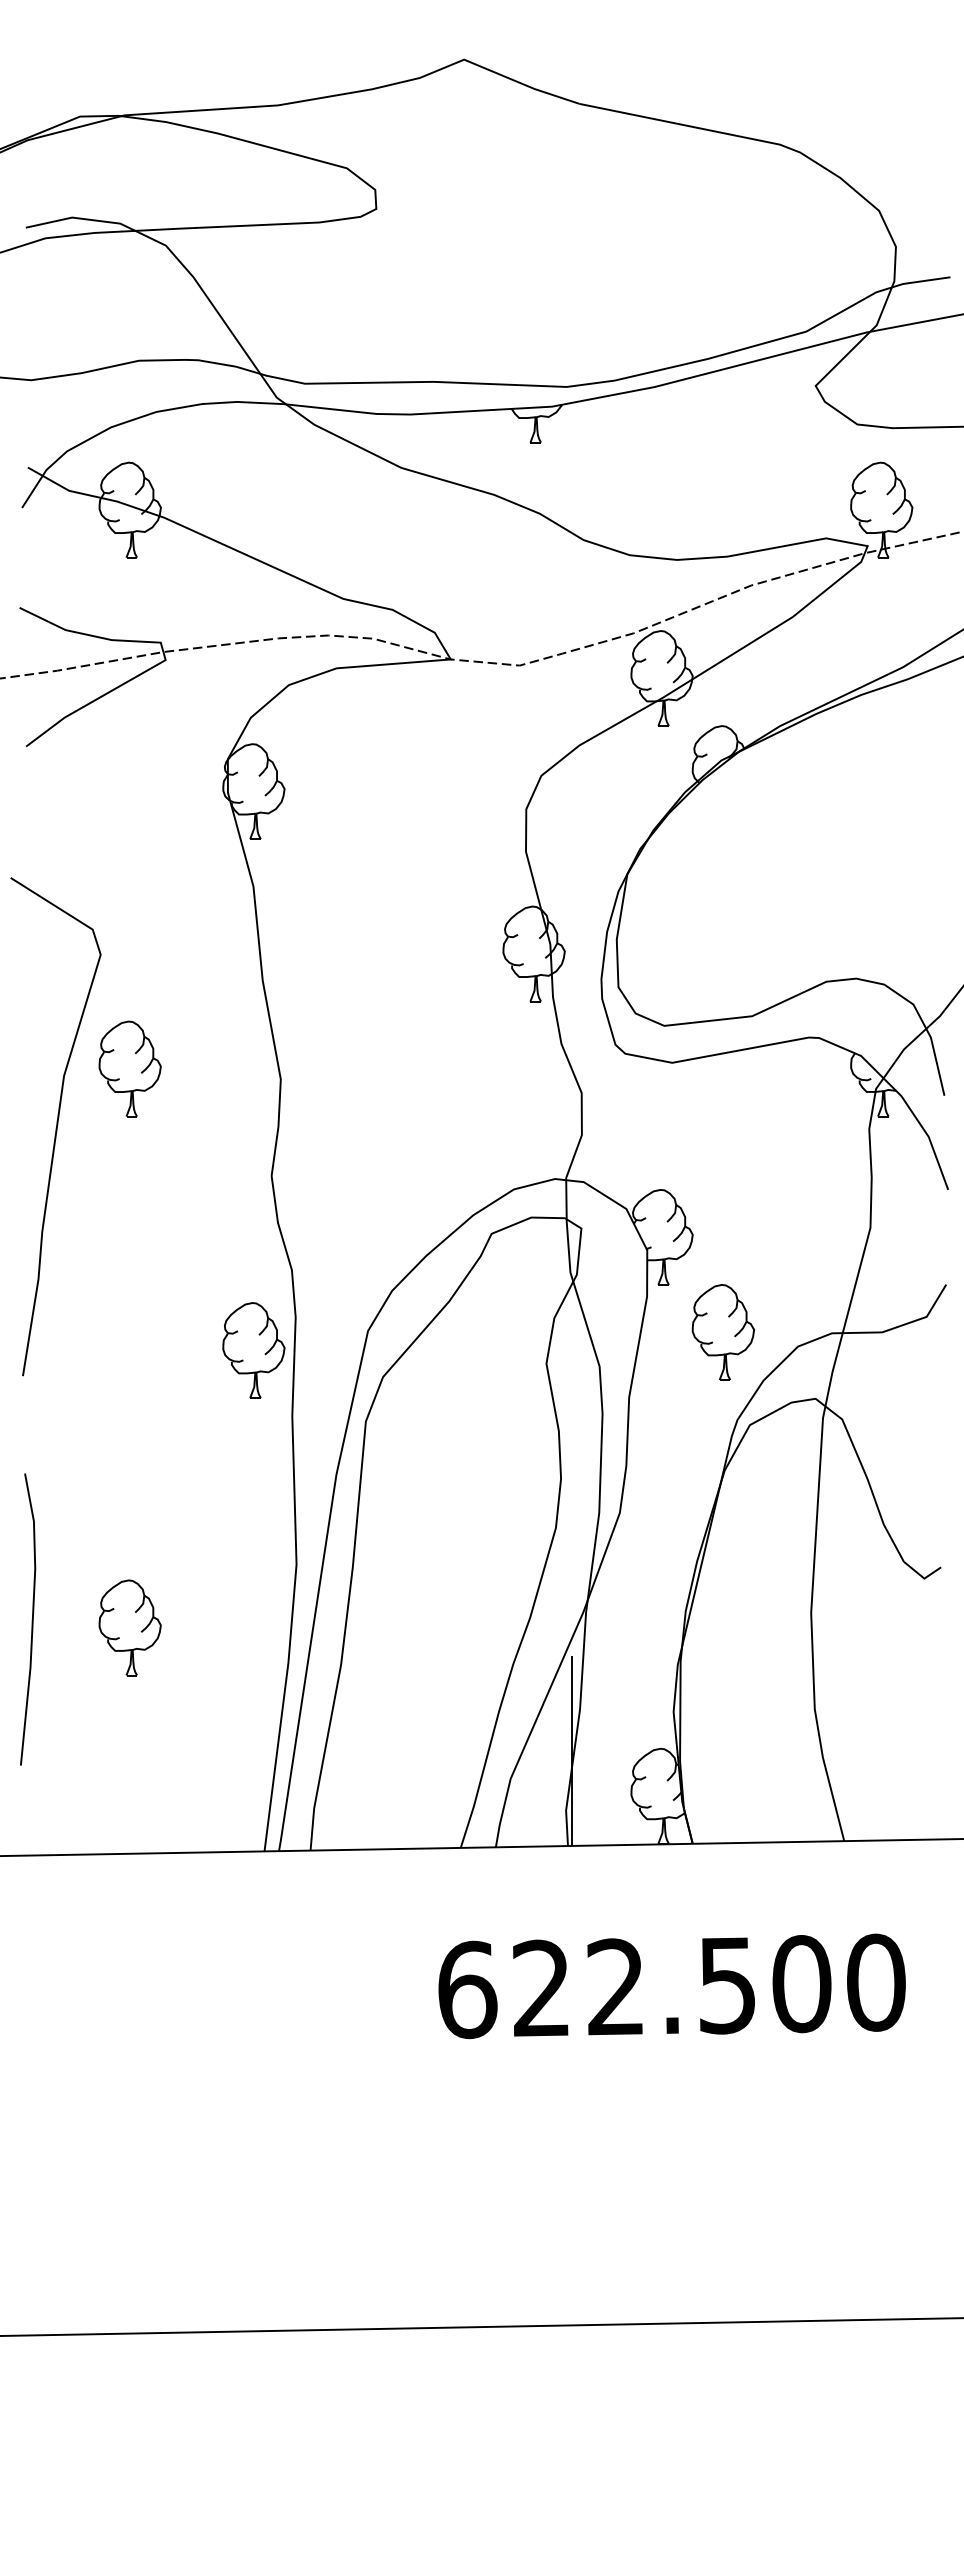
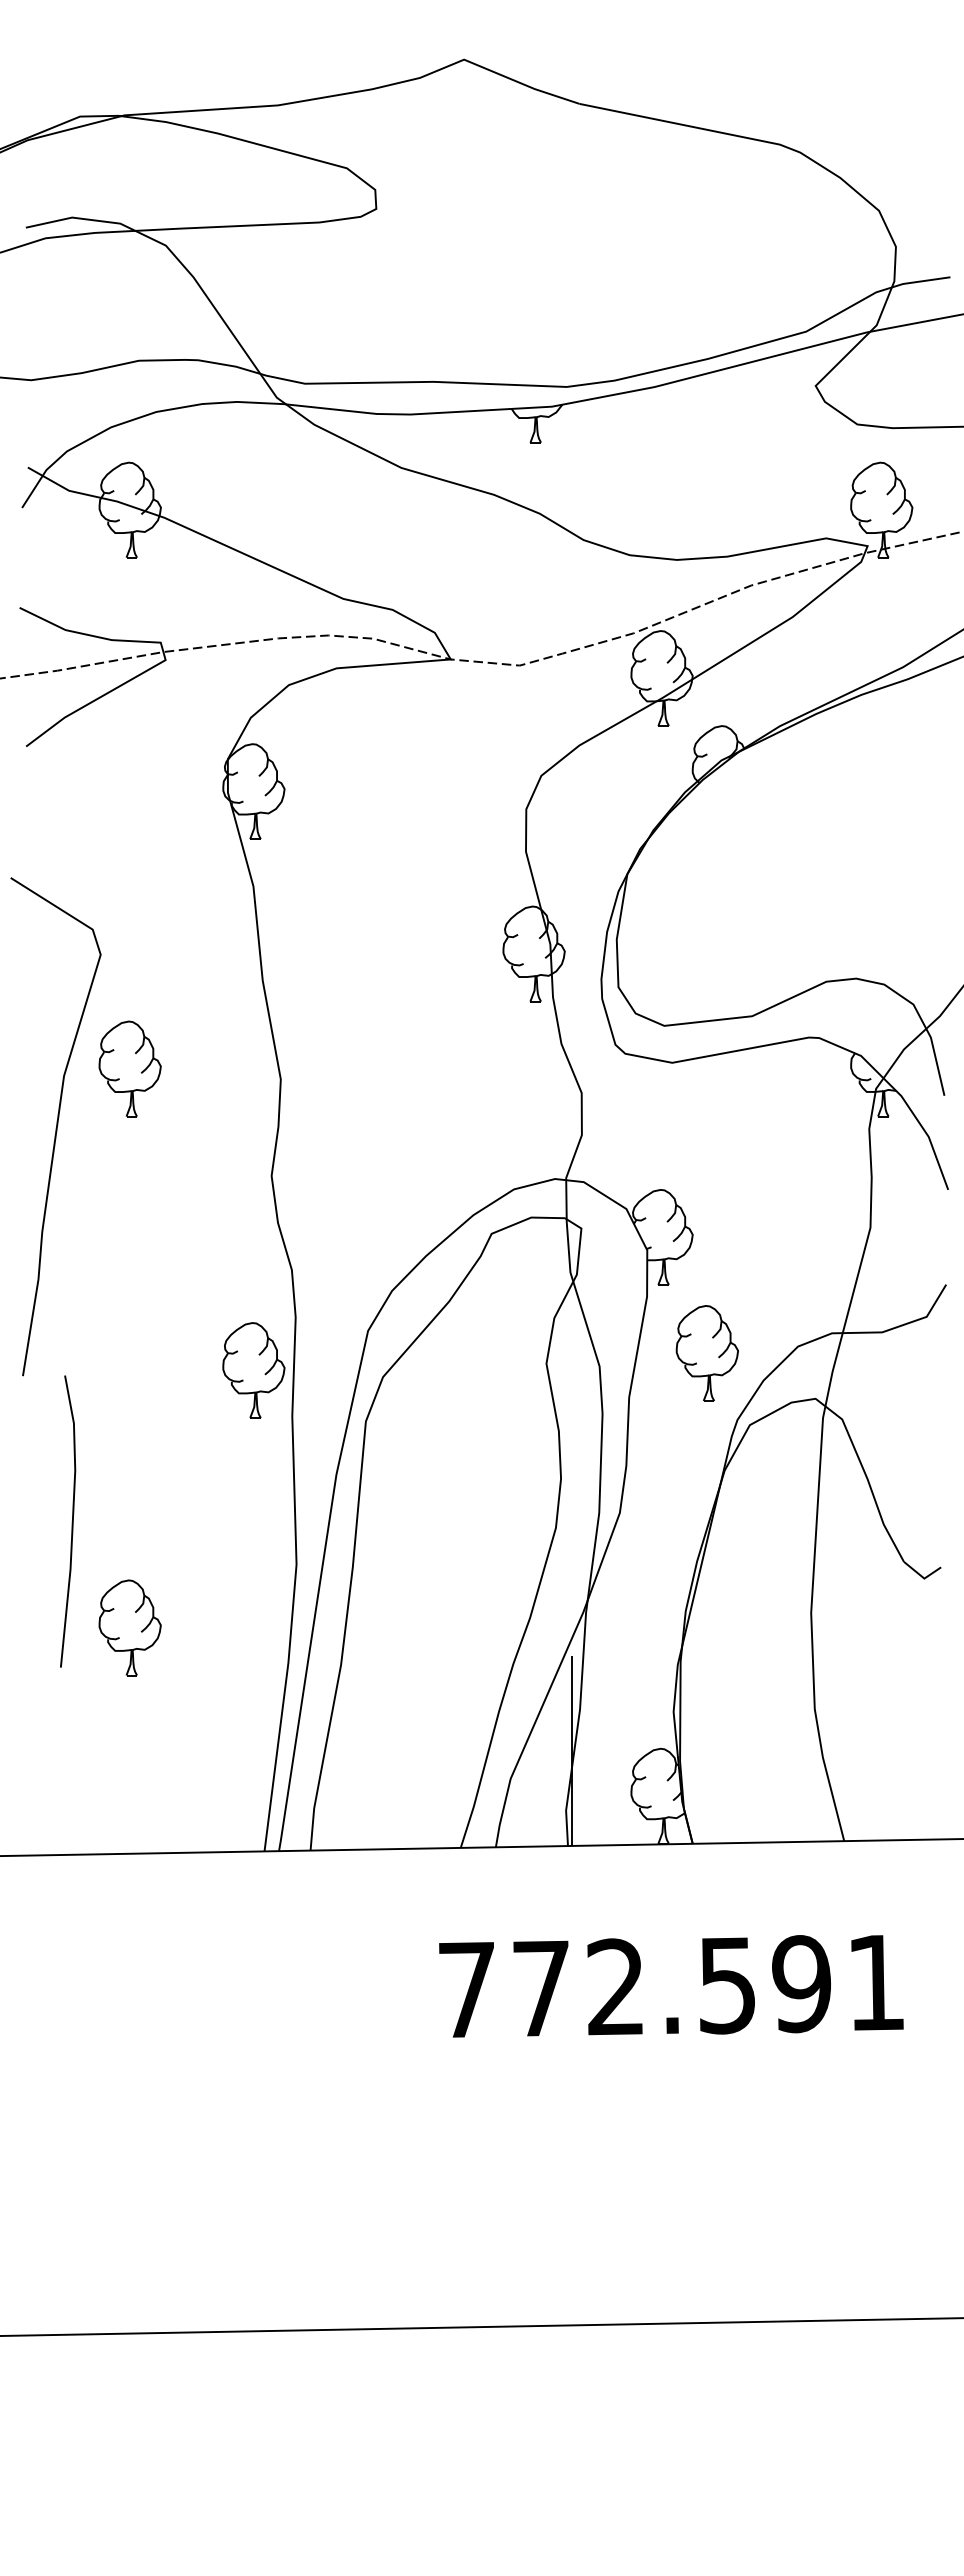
part at (722, 1332) position: (722, 1332) -> (706, 1353)
part at (253, 1350) position: (253, 1350) -> (253, 1370)
line at (31, 1619) position: (31, 1619) -> (71, 1521)
text at (671, 1986): 622.500 -> 772.591
